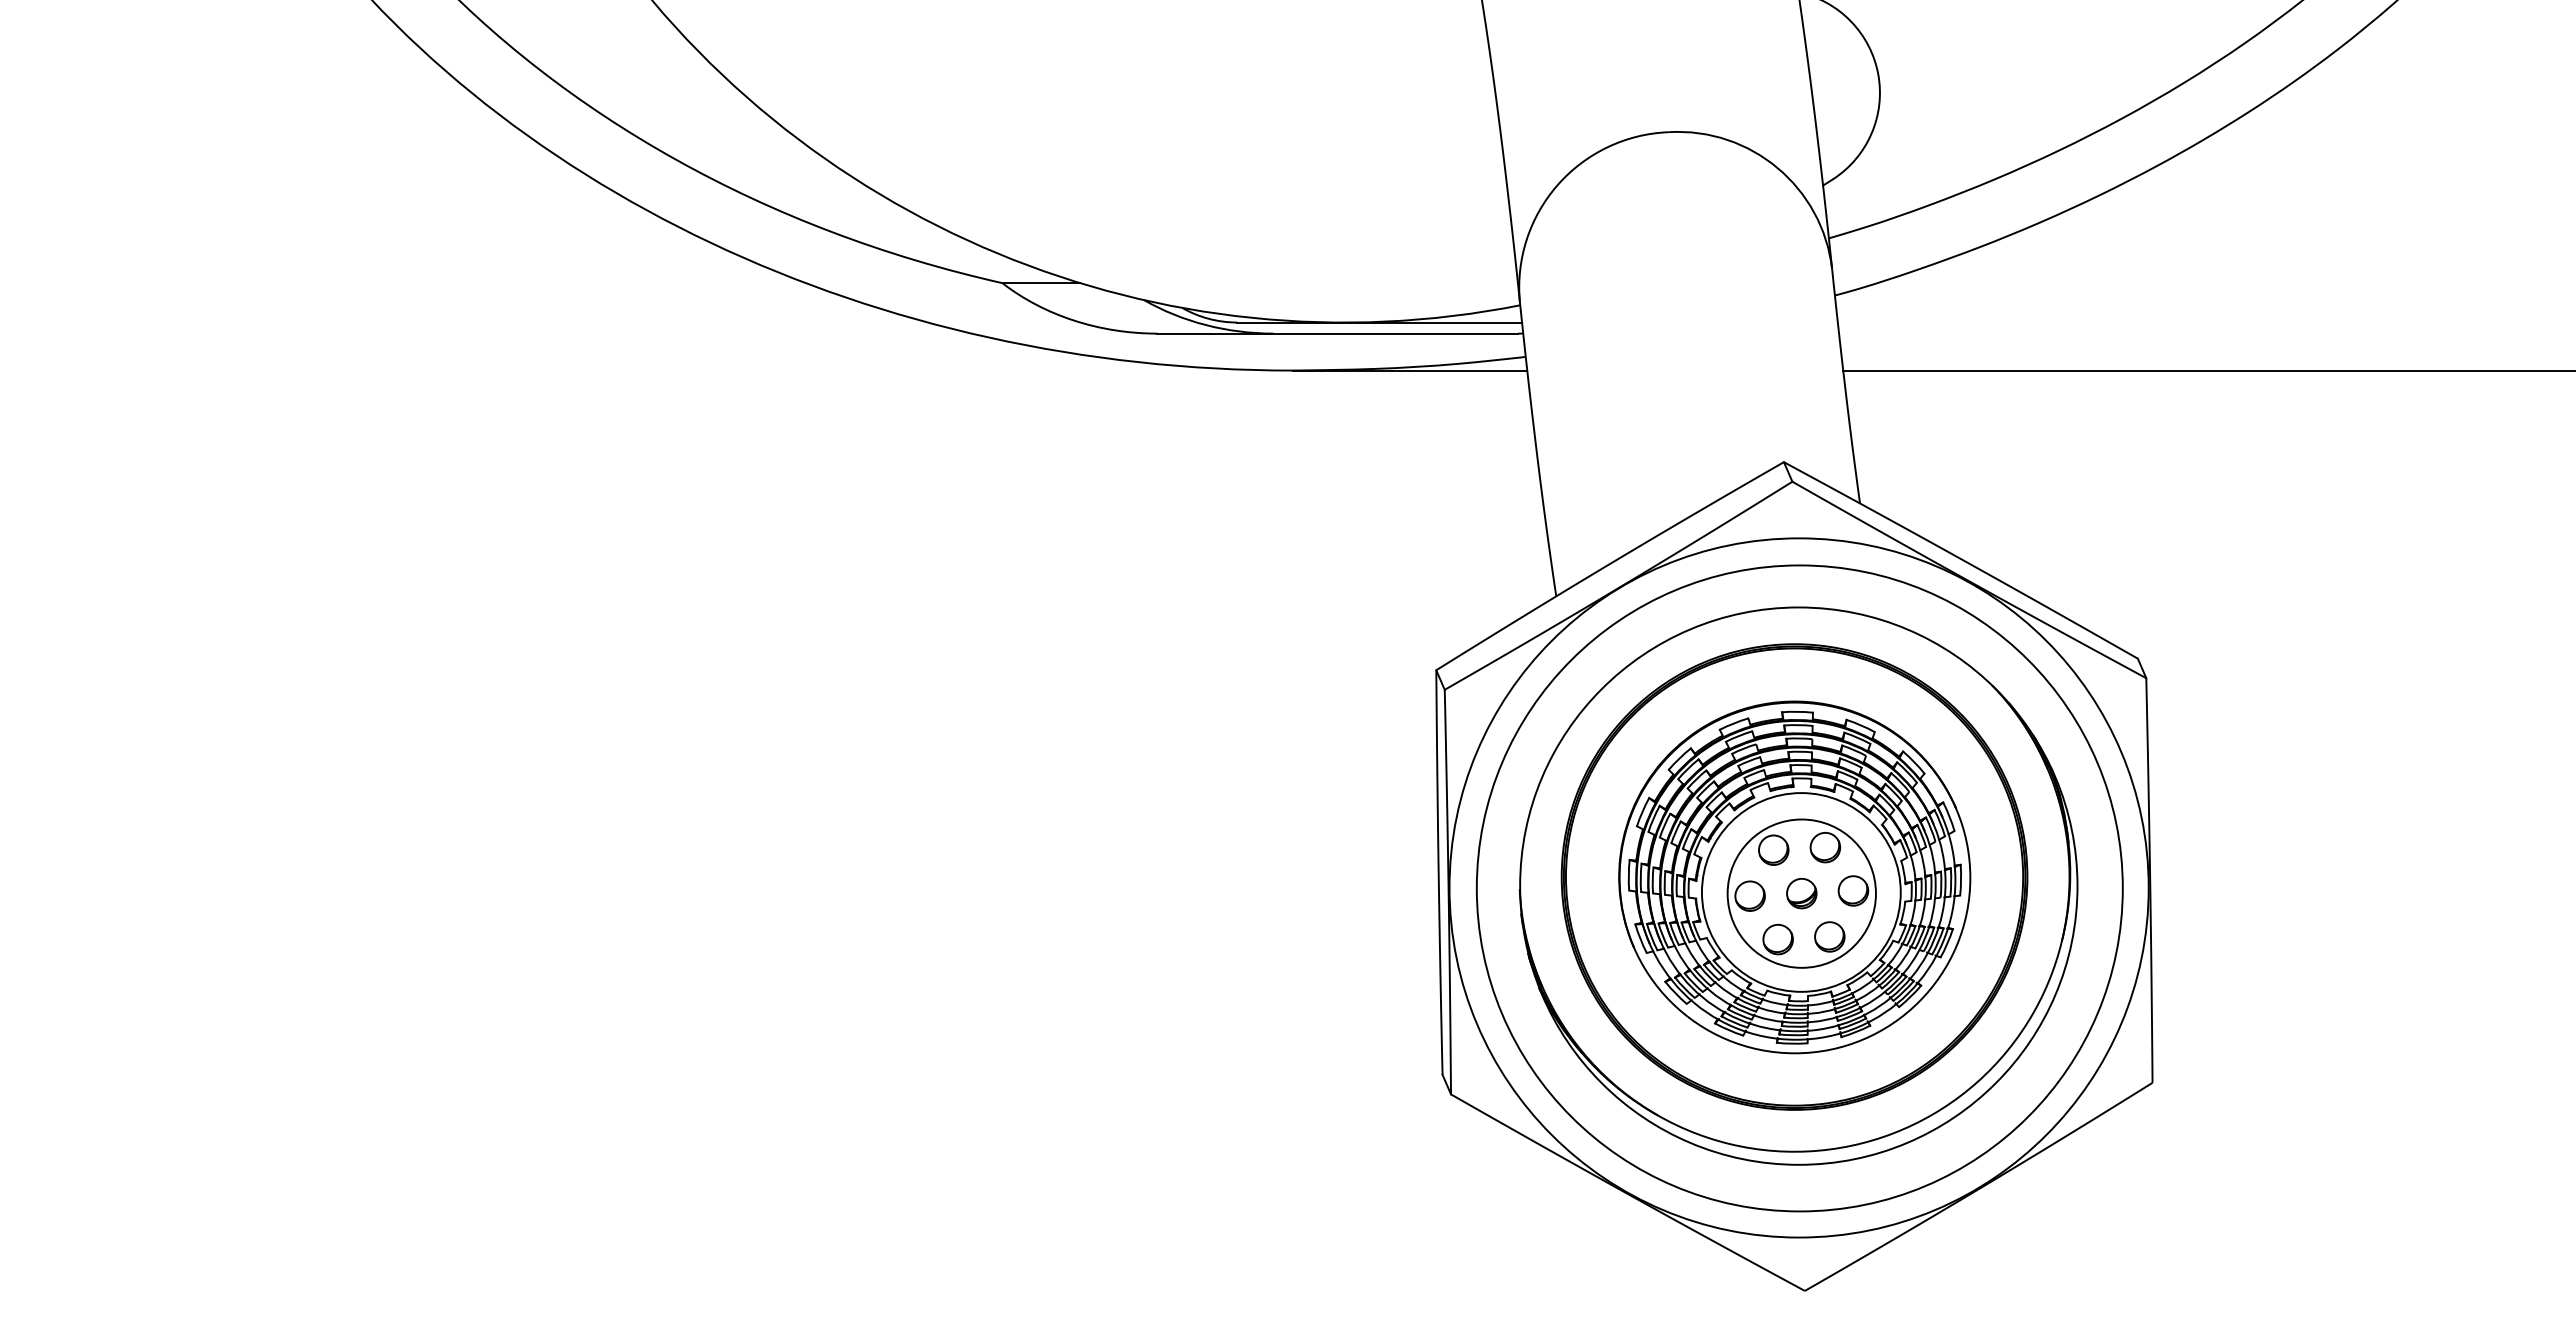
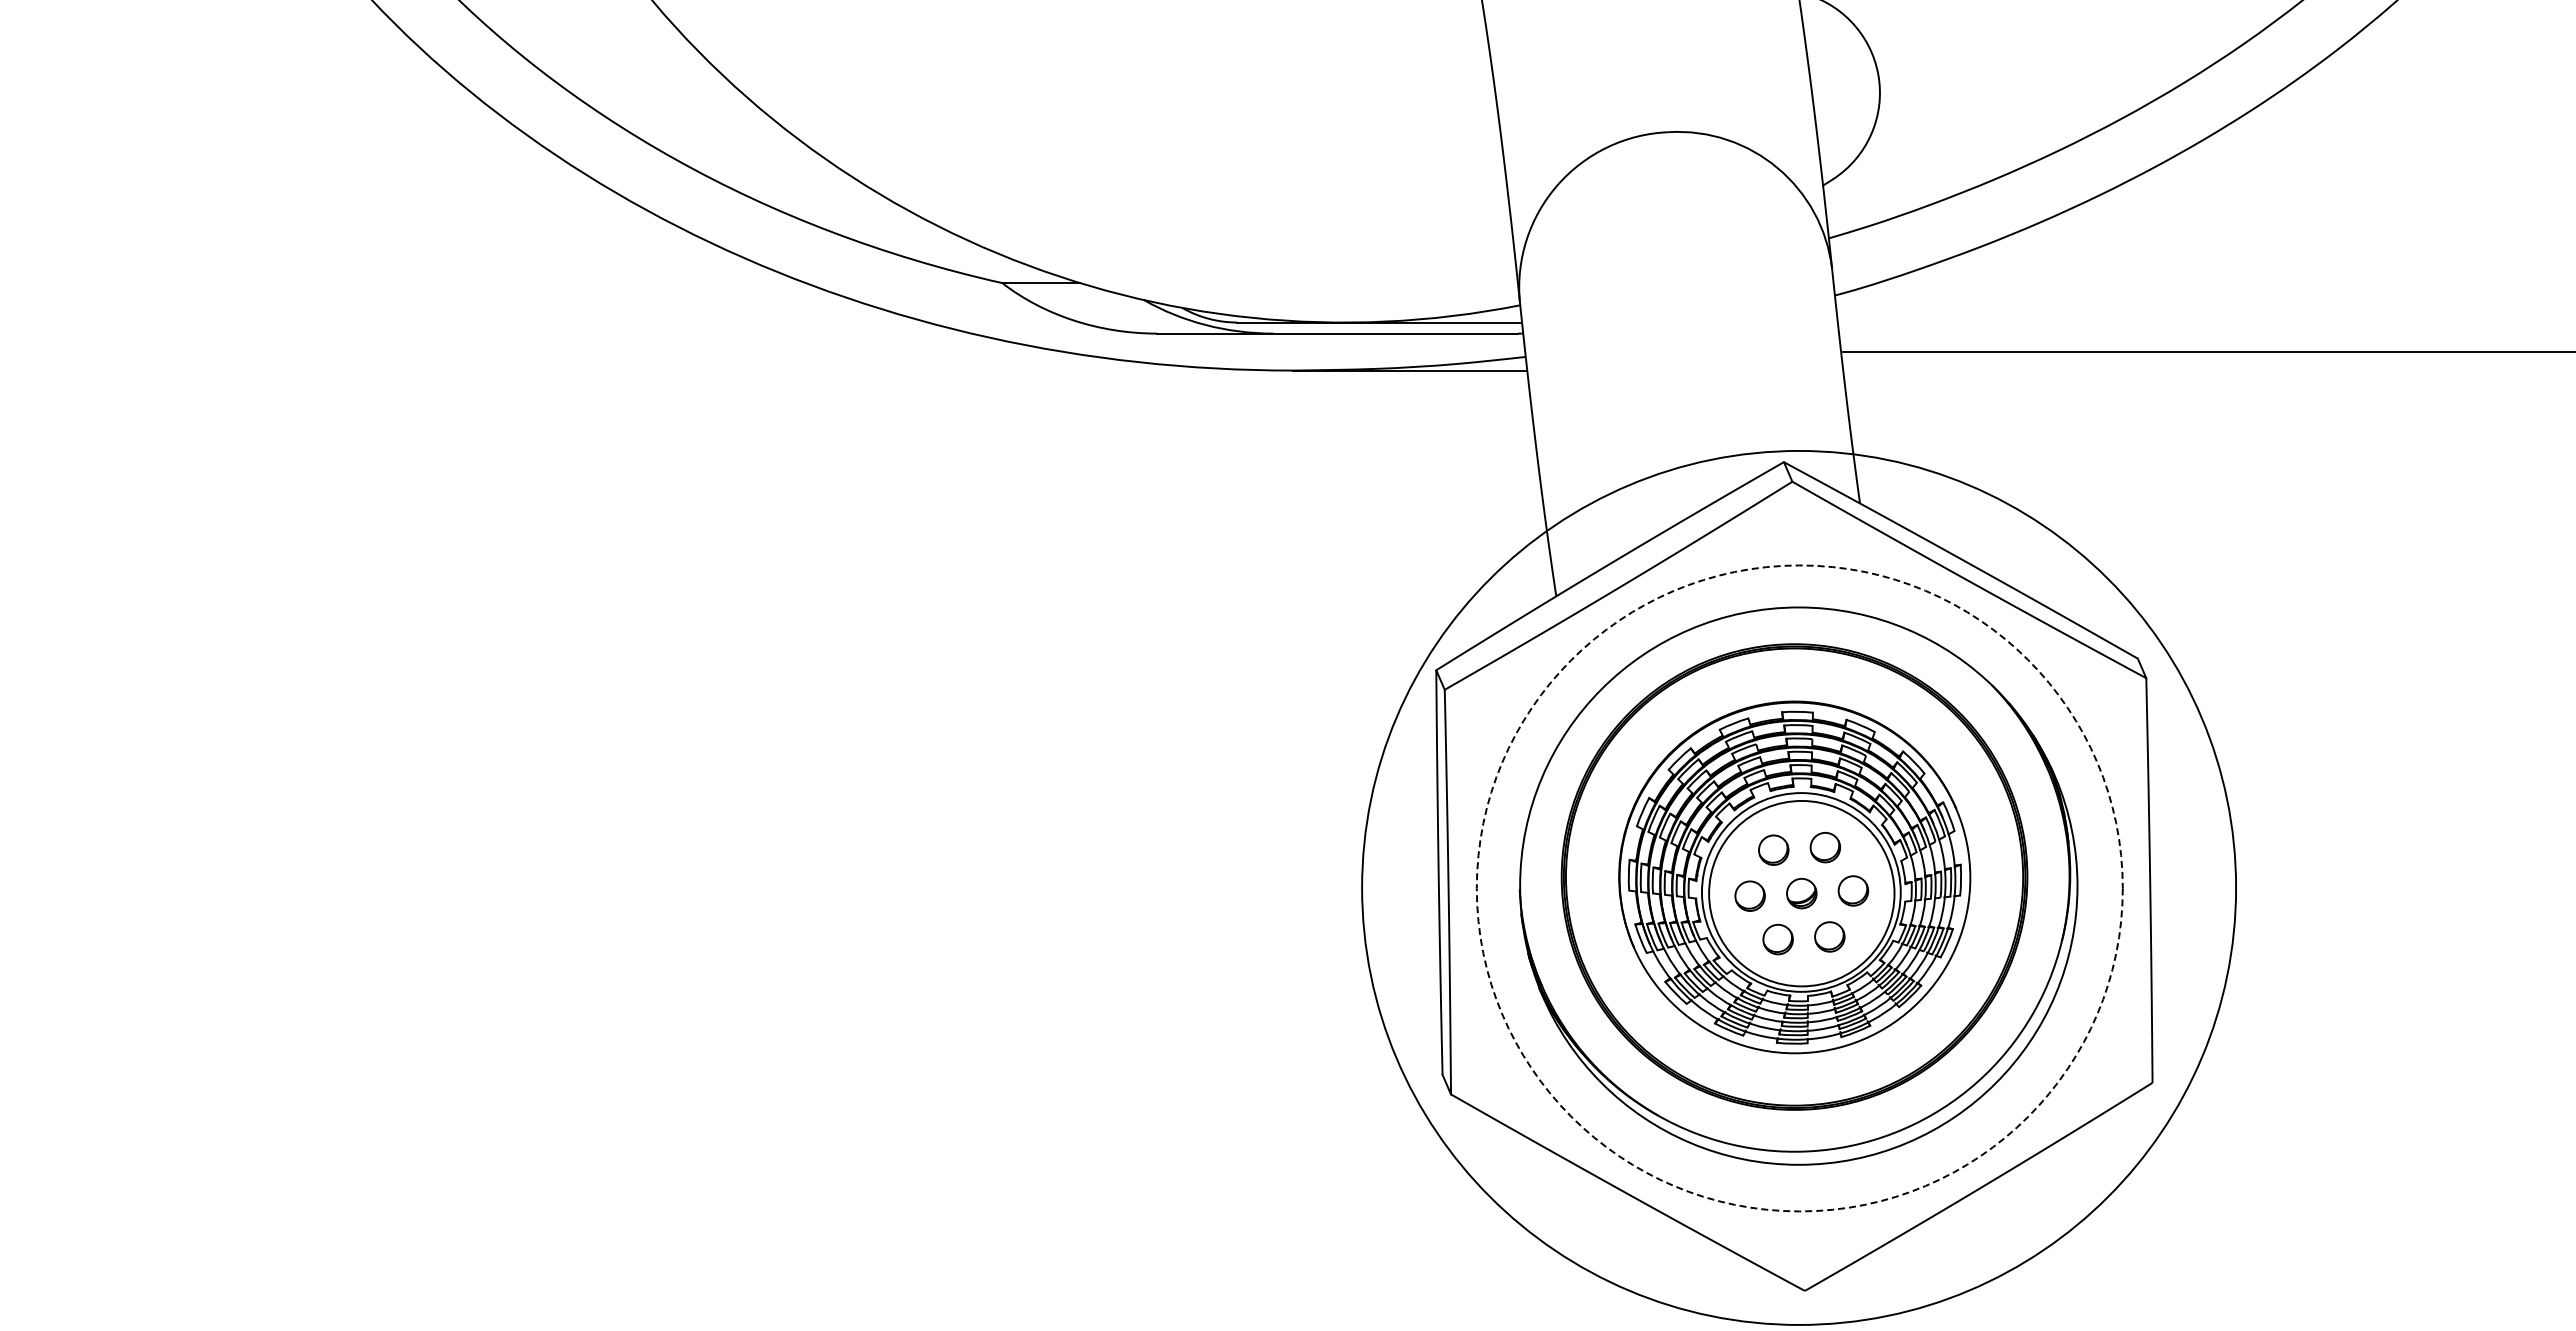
line at (2207, 370) position: (2207, 370) -> (2207, 351)
circle at (1798, 887) diameter: 699 px -> 874 px
circle at (1799, 888): solid -> dashed
circle at (1801, 893) diameter: 148 px -> 185 px
